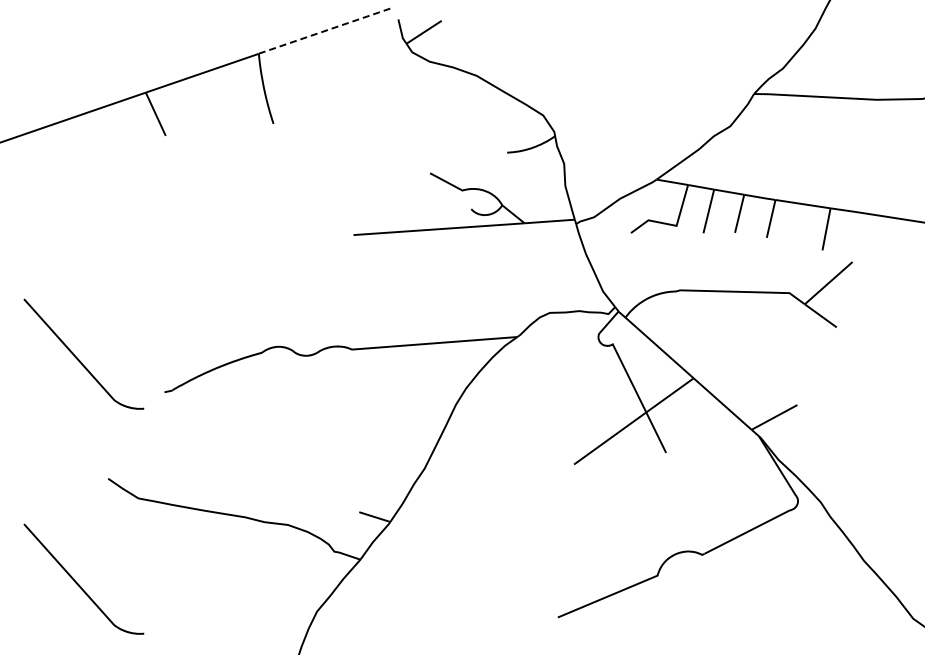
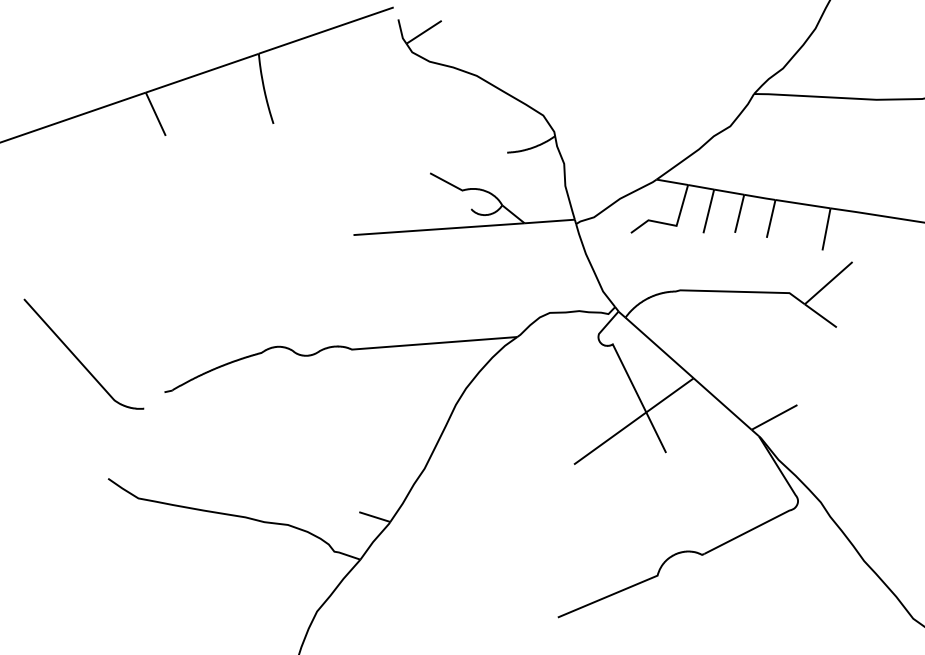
line at (326, 30): dashed -> solid
curve at (78, 583): present -> none
